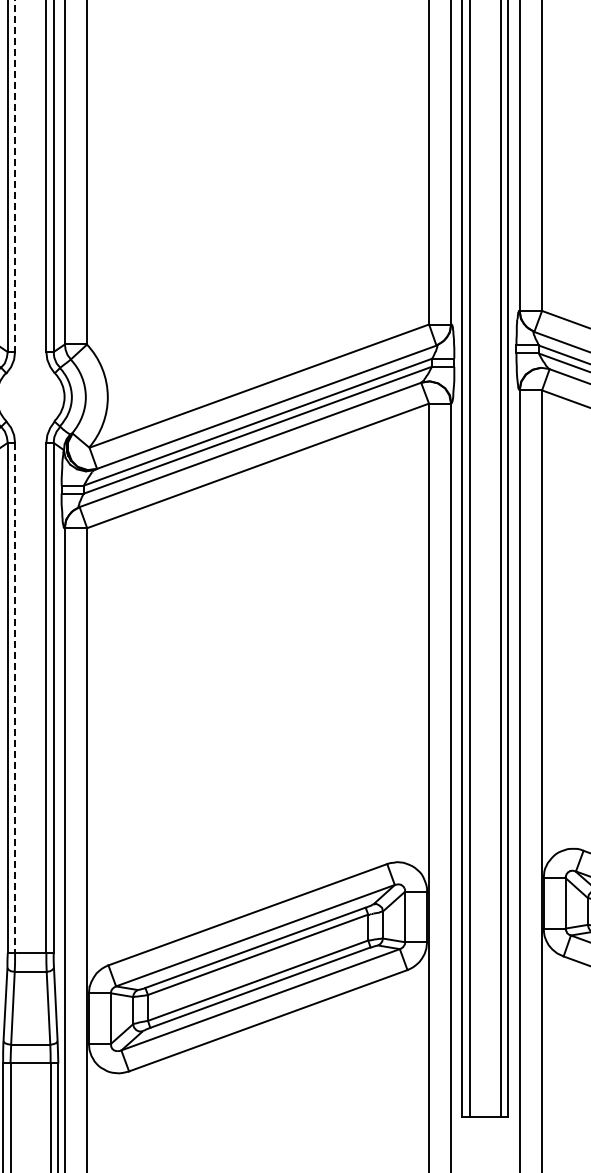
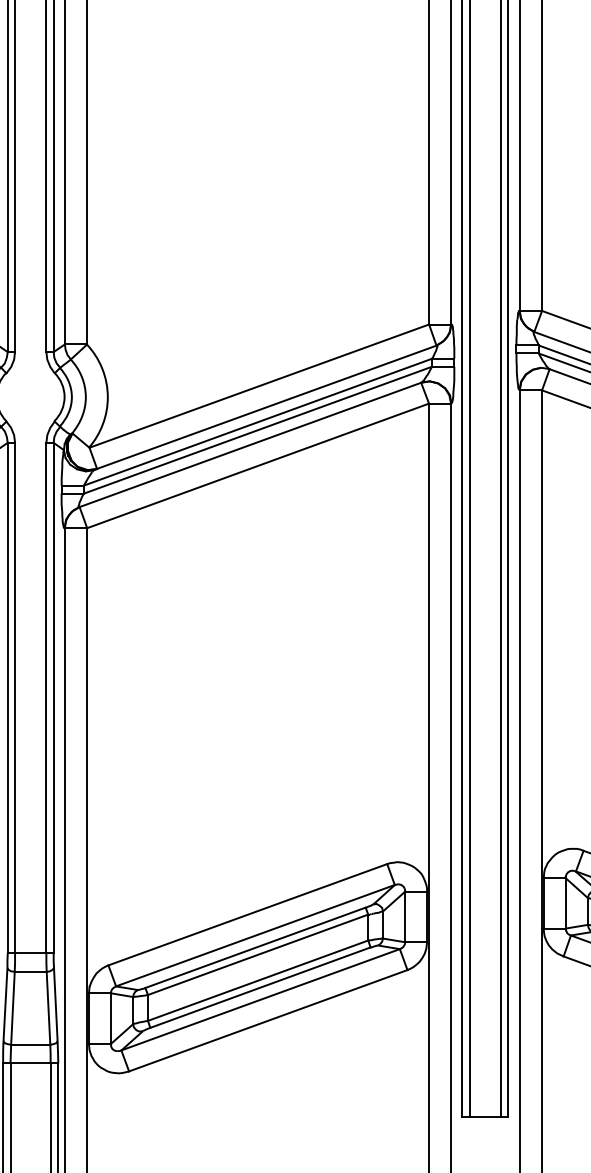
line at (15, 176): dashed -> solid
line at (15, 698): dashed -> solid
